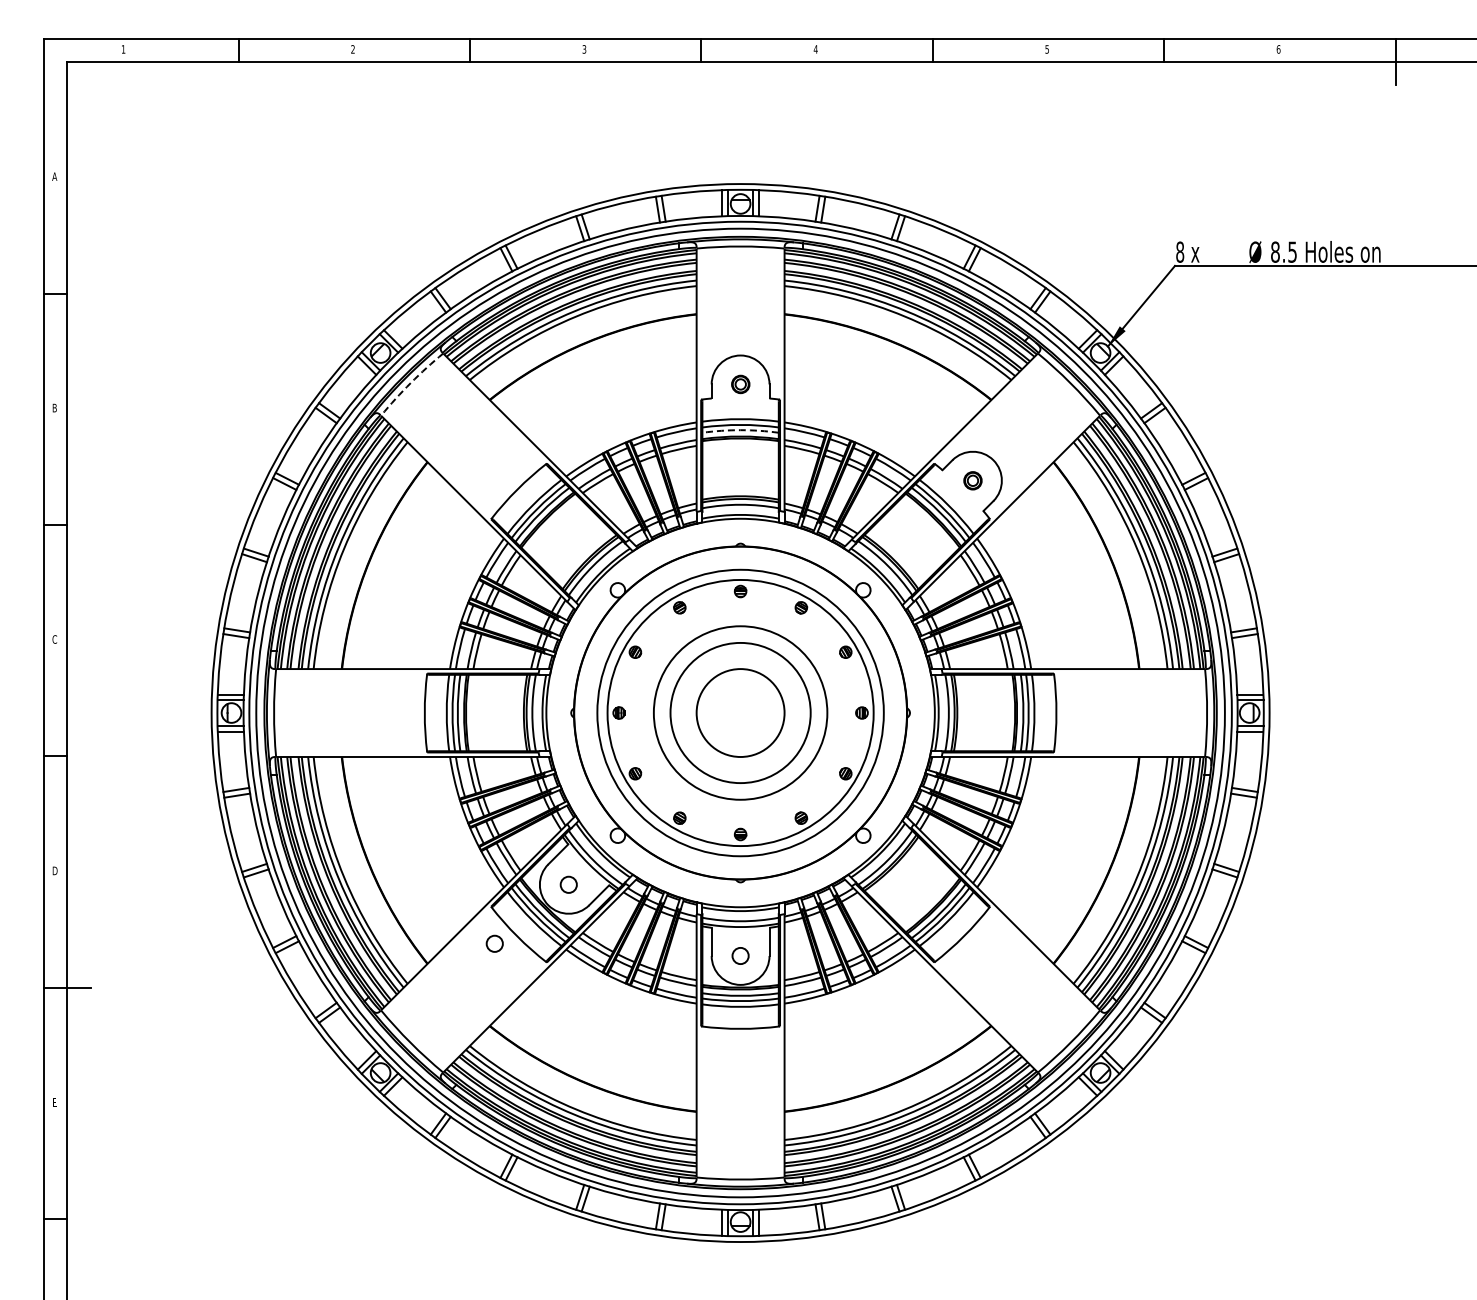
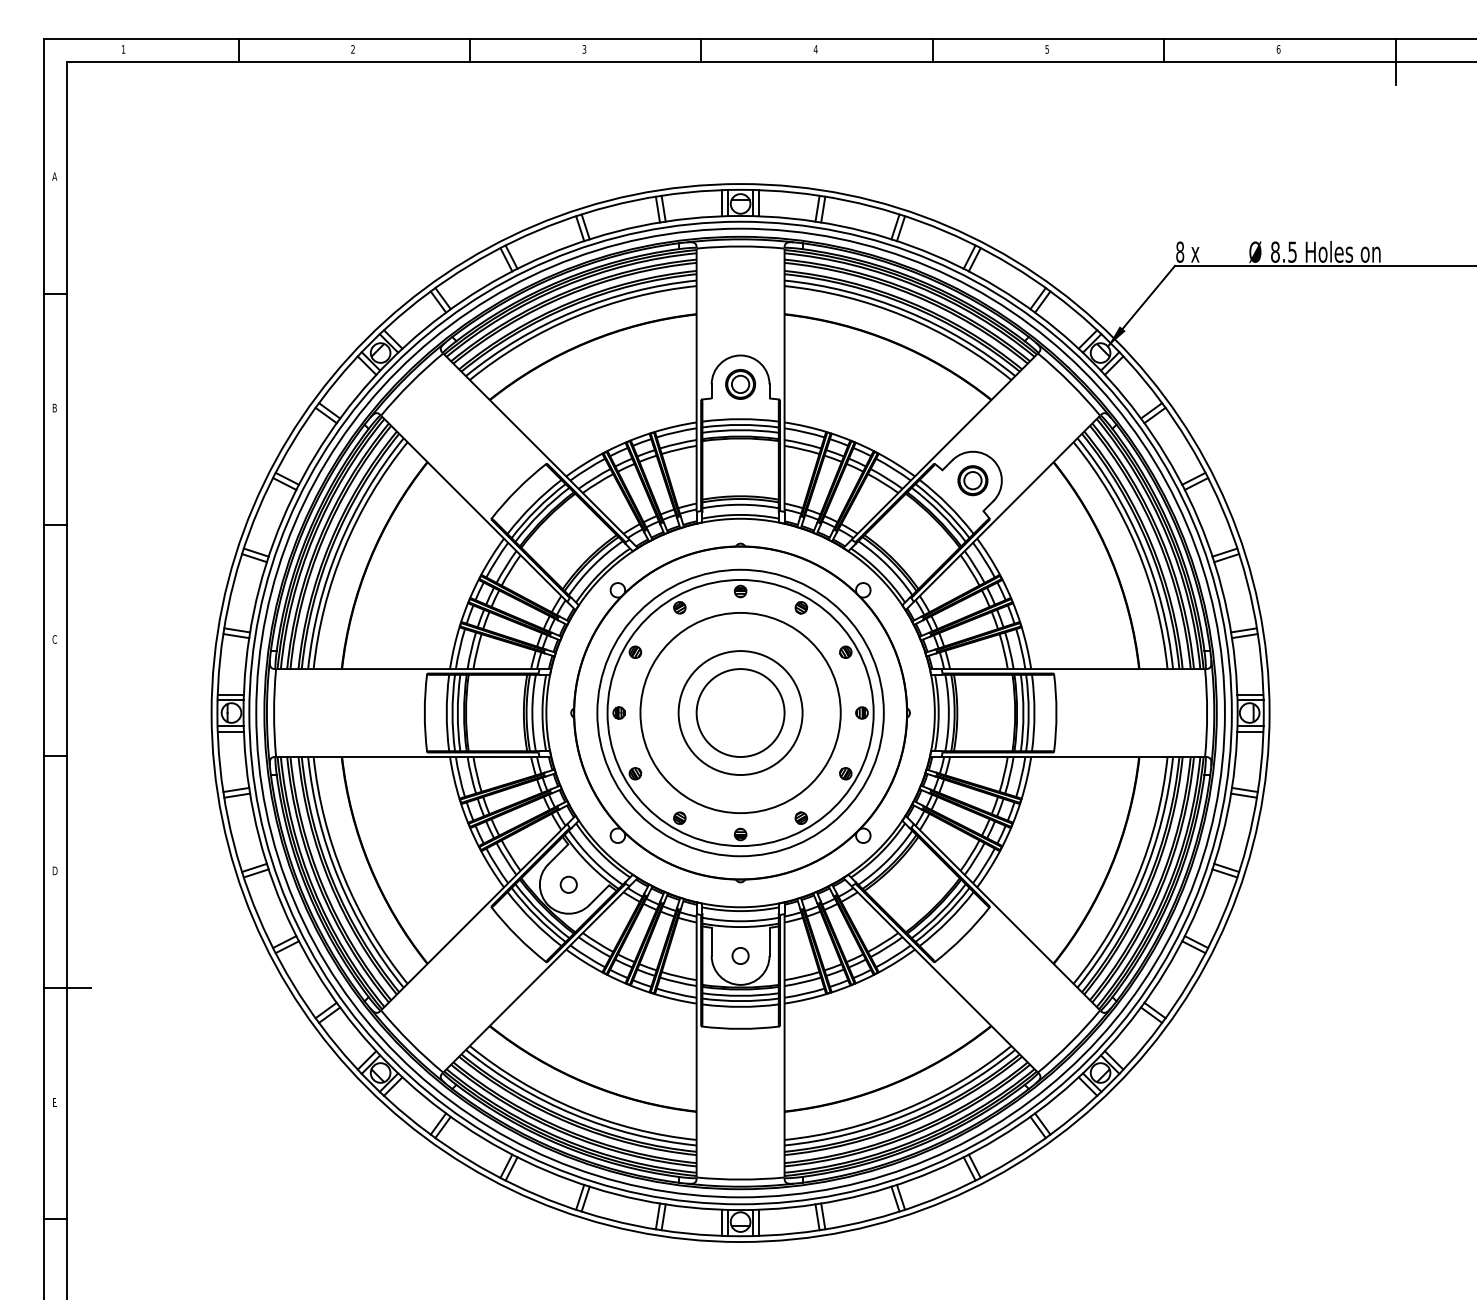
arc at (410, 383): dashed -> solid
part at (740, 384) size: 20x21 px -> 32x31 px
arc at (740, 430): dashed -> solid
part at (972, 480) size: 20x20 px -> 32x32 px
circle at (740, 712) diameter: 140 px -> 200 px
circle at (740, 712) diameter: 174 px -> 124 px
circle at (494, 943): present -> none
